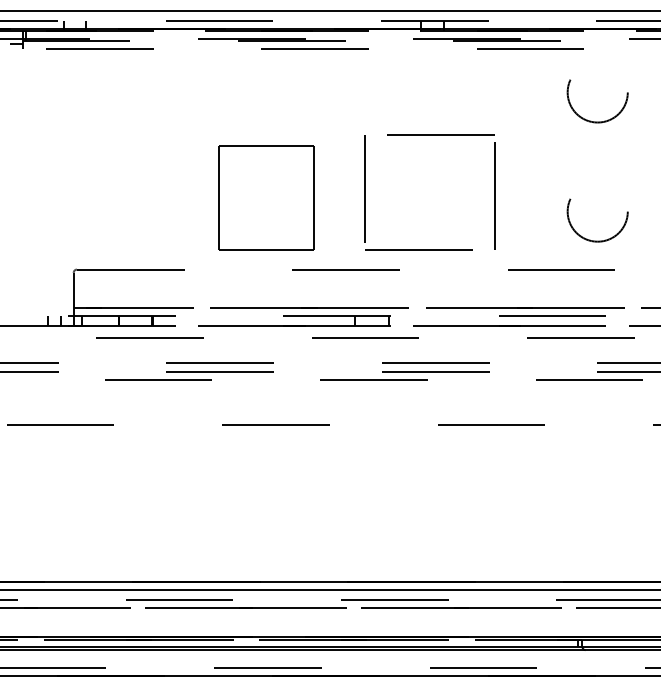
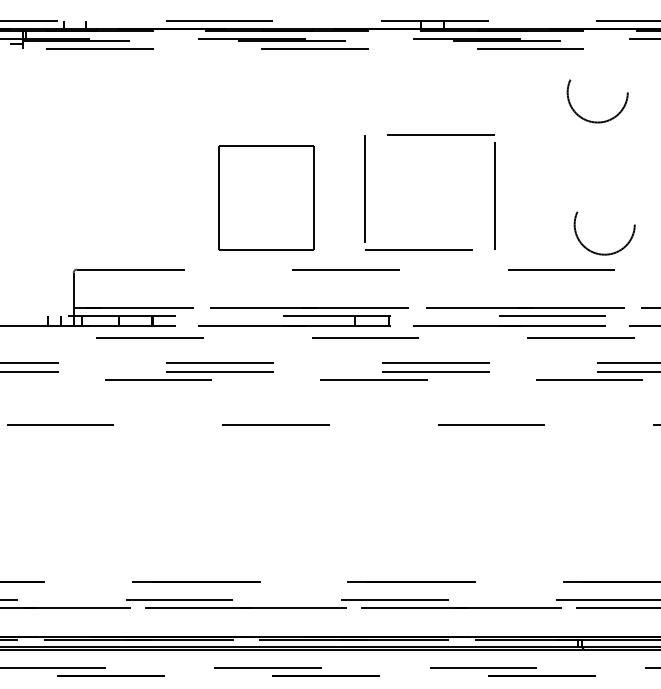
line at (329, 10): present -> none
circle at (597, 220) position: (597, 220) -> (604, 233)
line at (330, 582): solid -> dashed
line at (329, 589): present -> none
line at (330, 676): solid -> dashed
